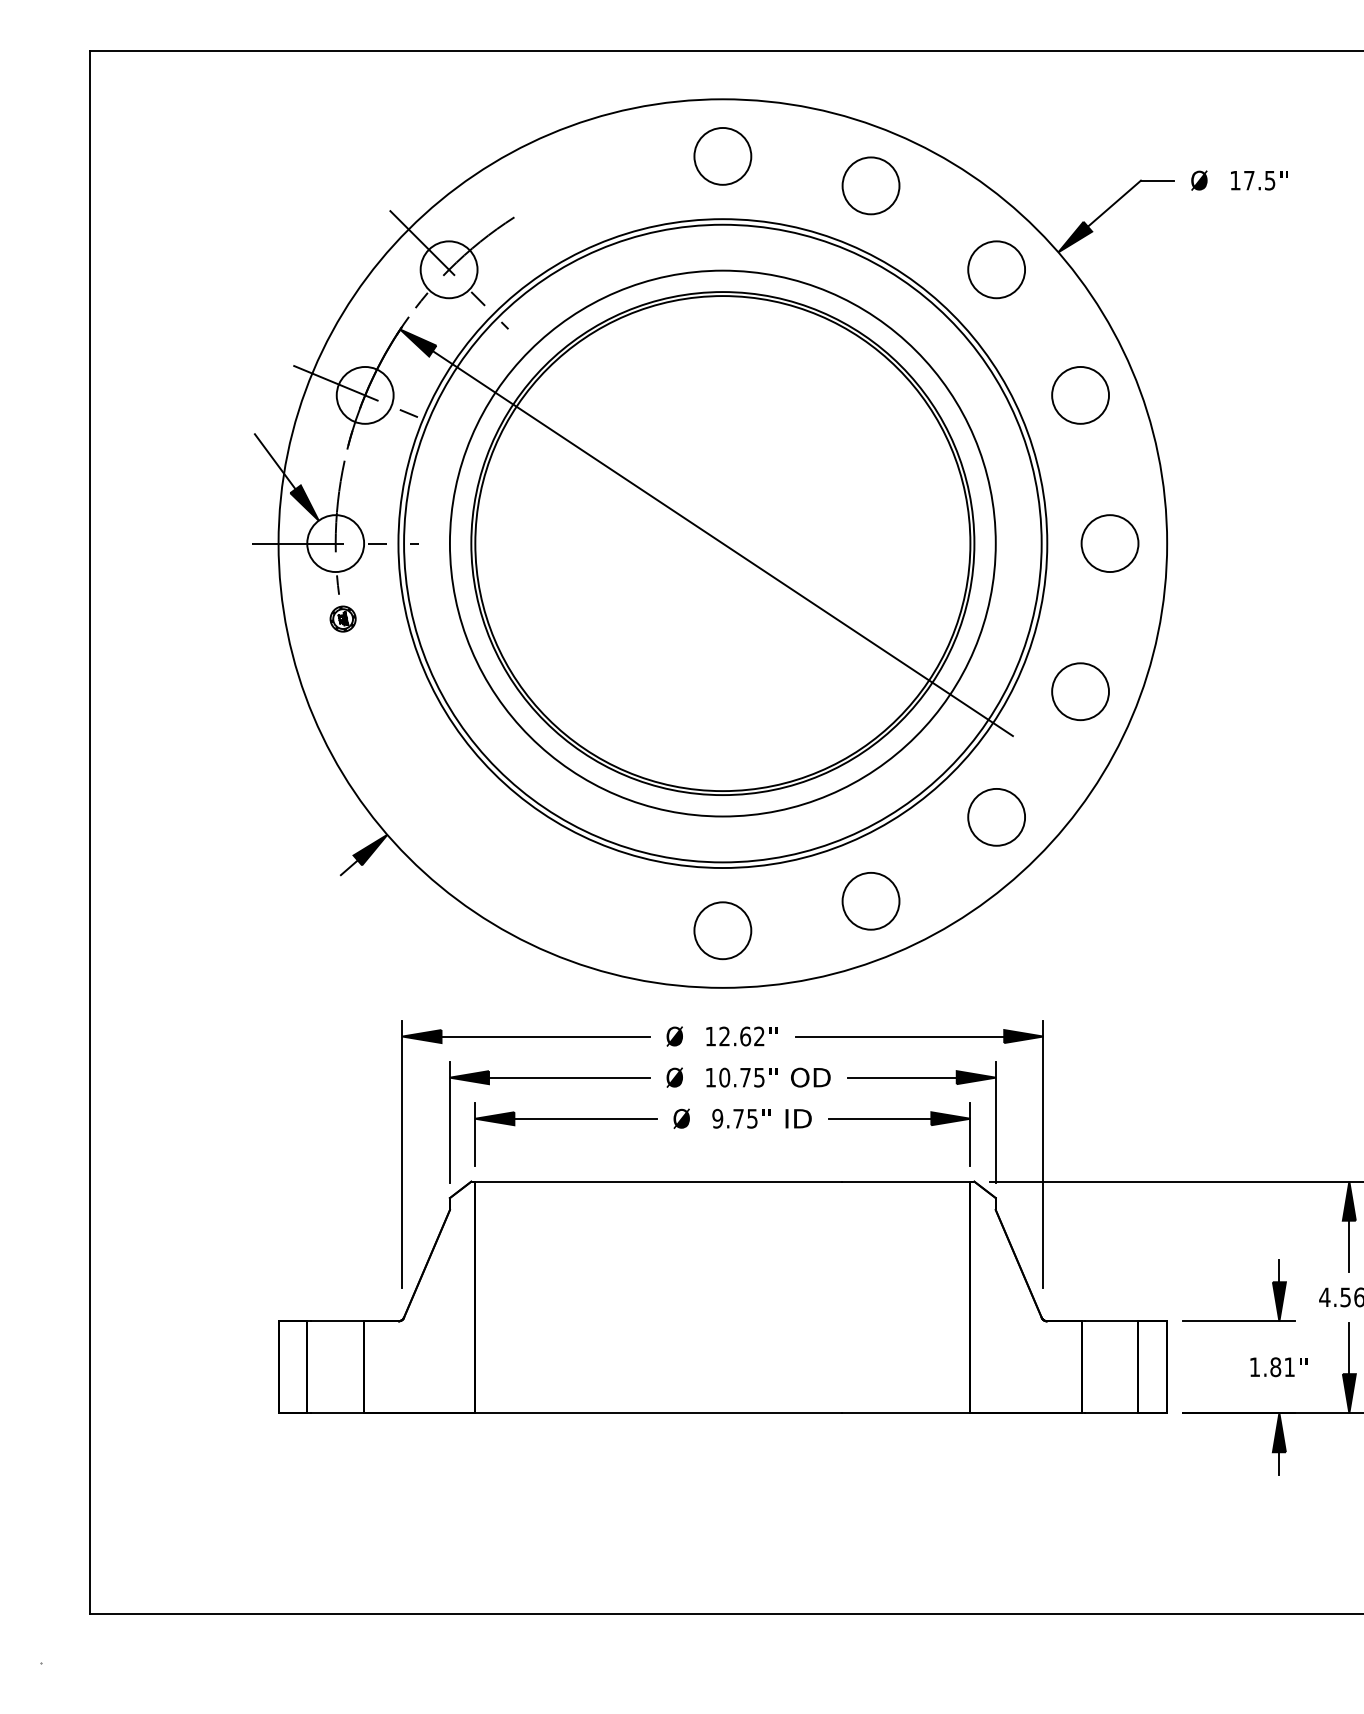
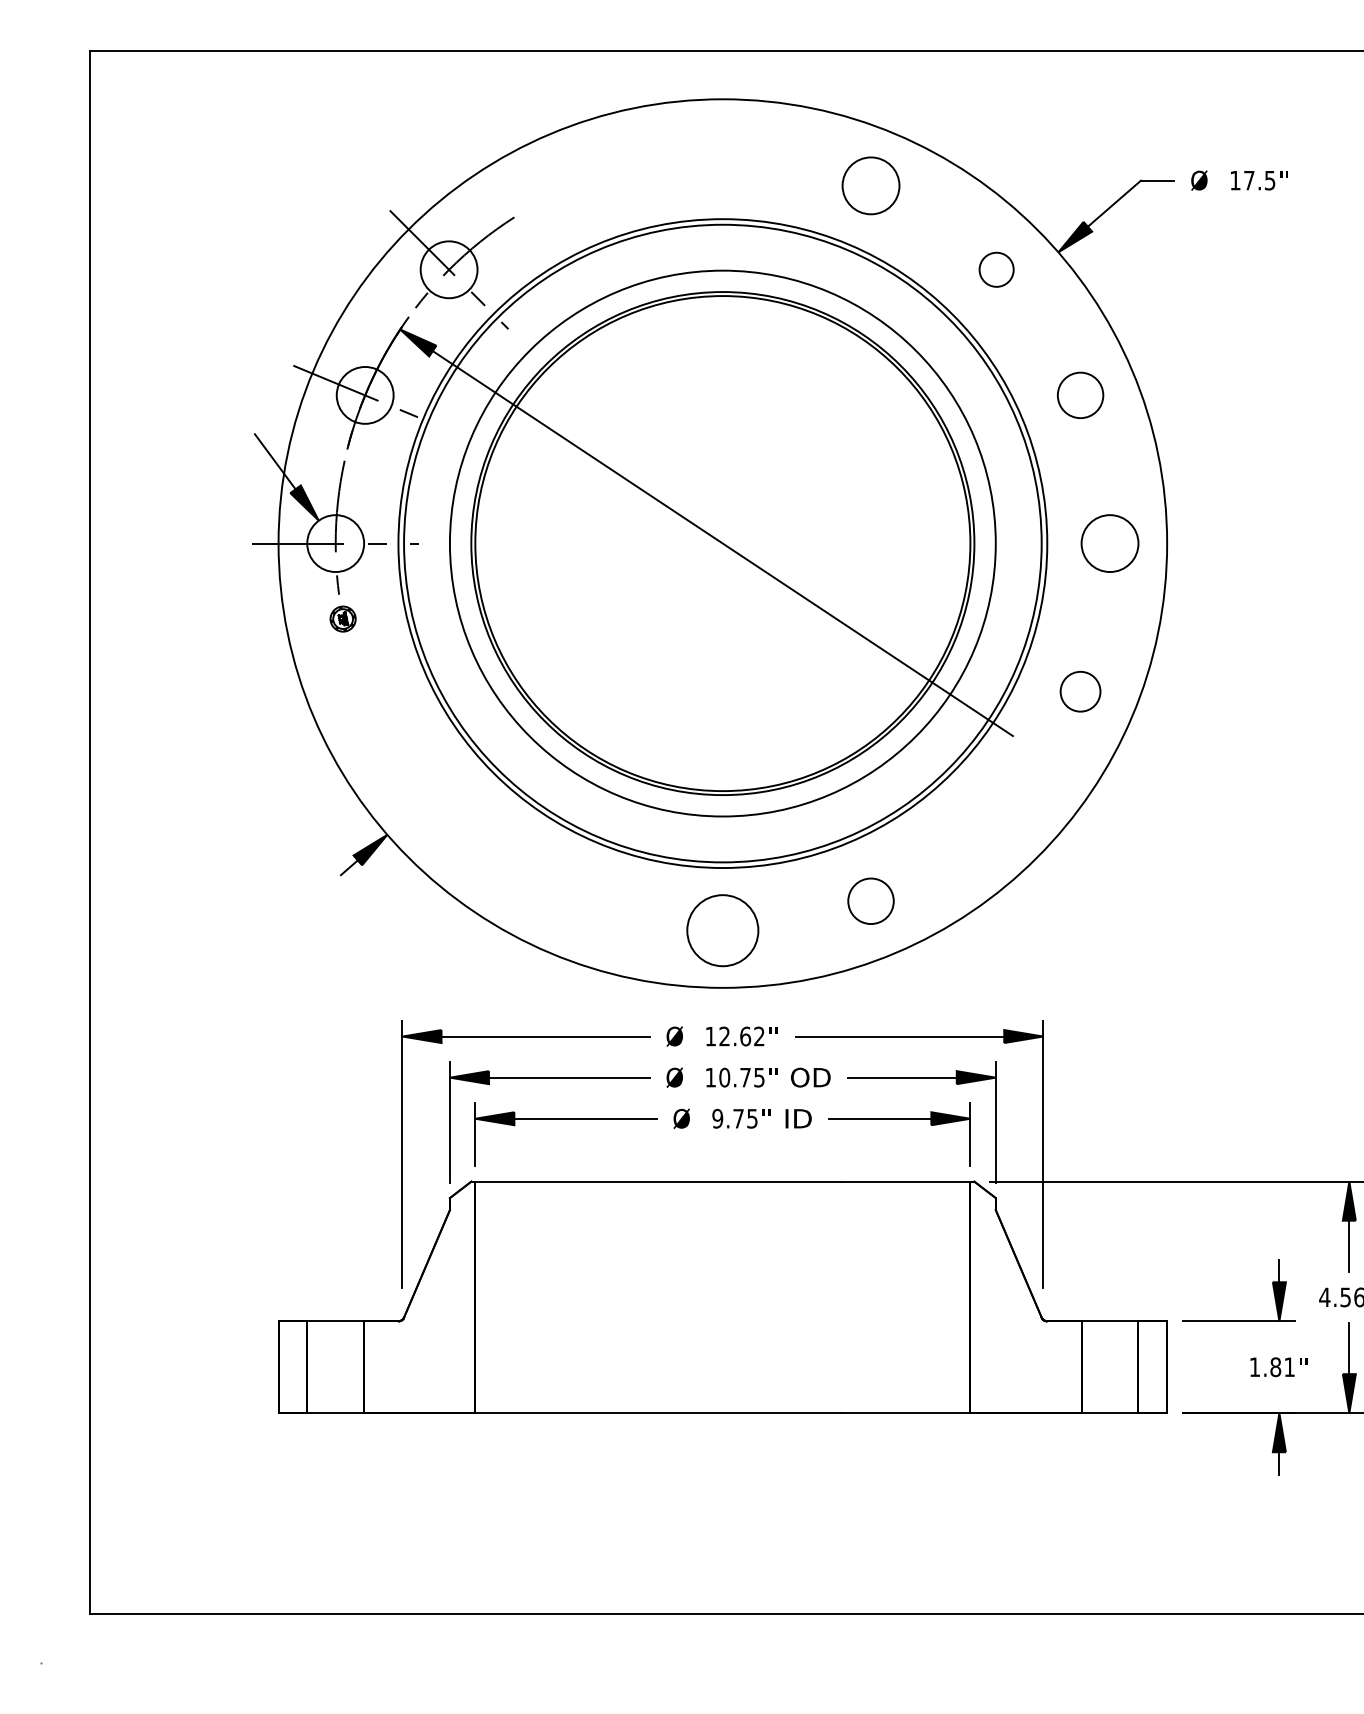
circle at (722, 156): present -> none
circle at (996, 269) diameter: 57 px -> 34 px
circle at (1080, 394) diameter: 57 px -> 45 px
circle at (1080, 691) diameter: 57 px -> 40 px
circle at (996, 817): present -> none
circle at (870, 900) diameter: 57 px -> 45 px
circle at (722, 930) size: 60x60 px -> 74x74 px
